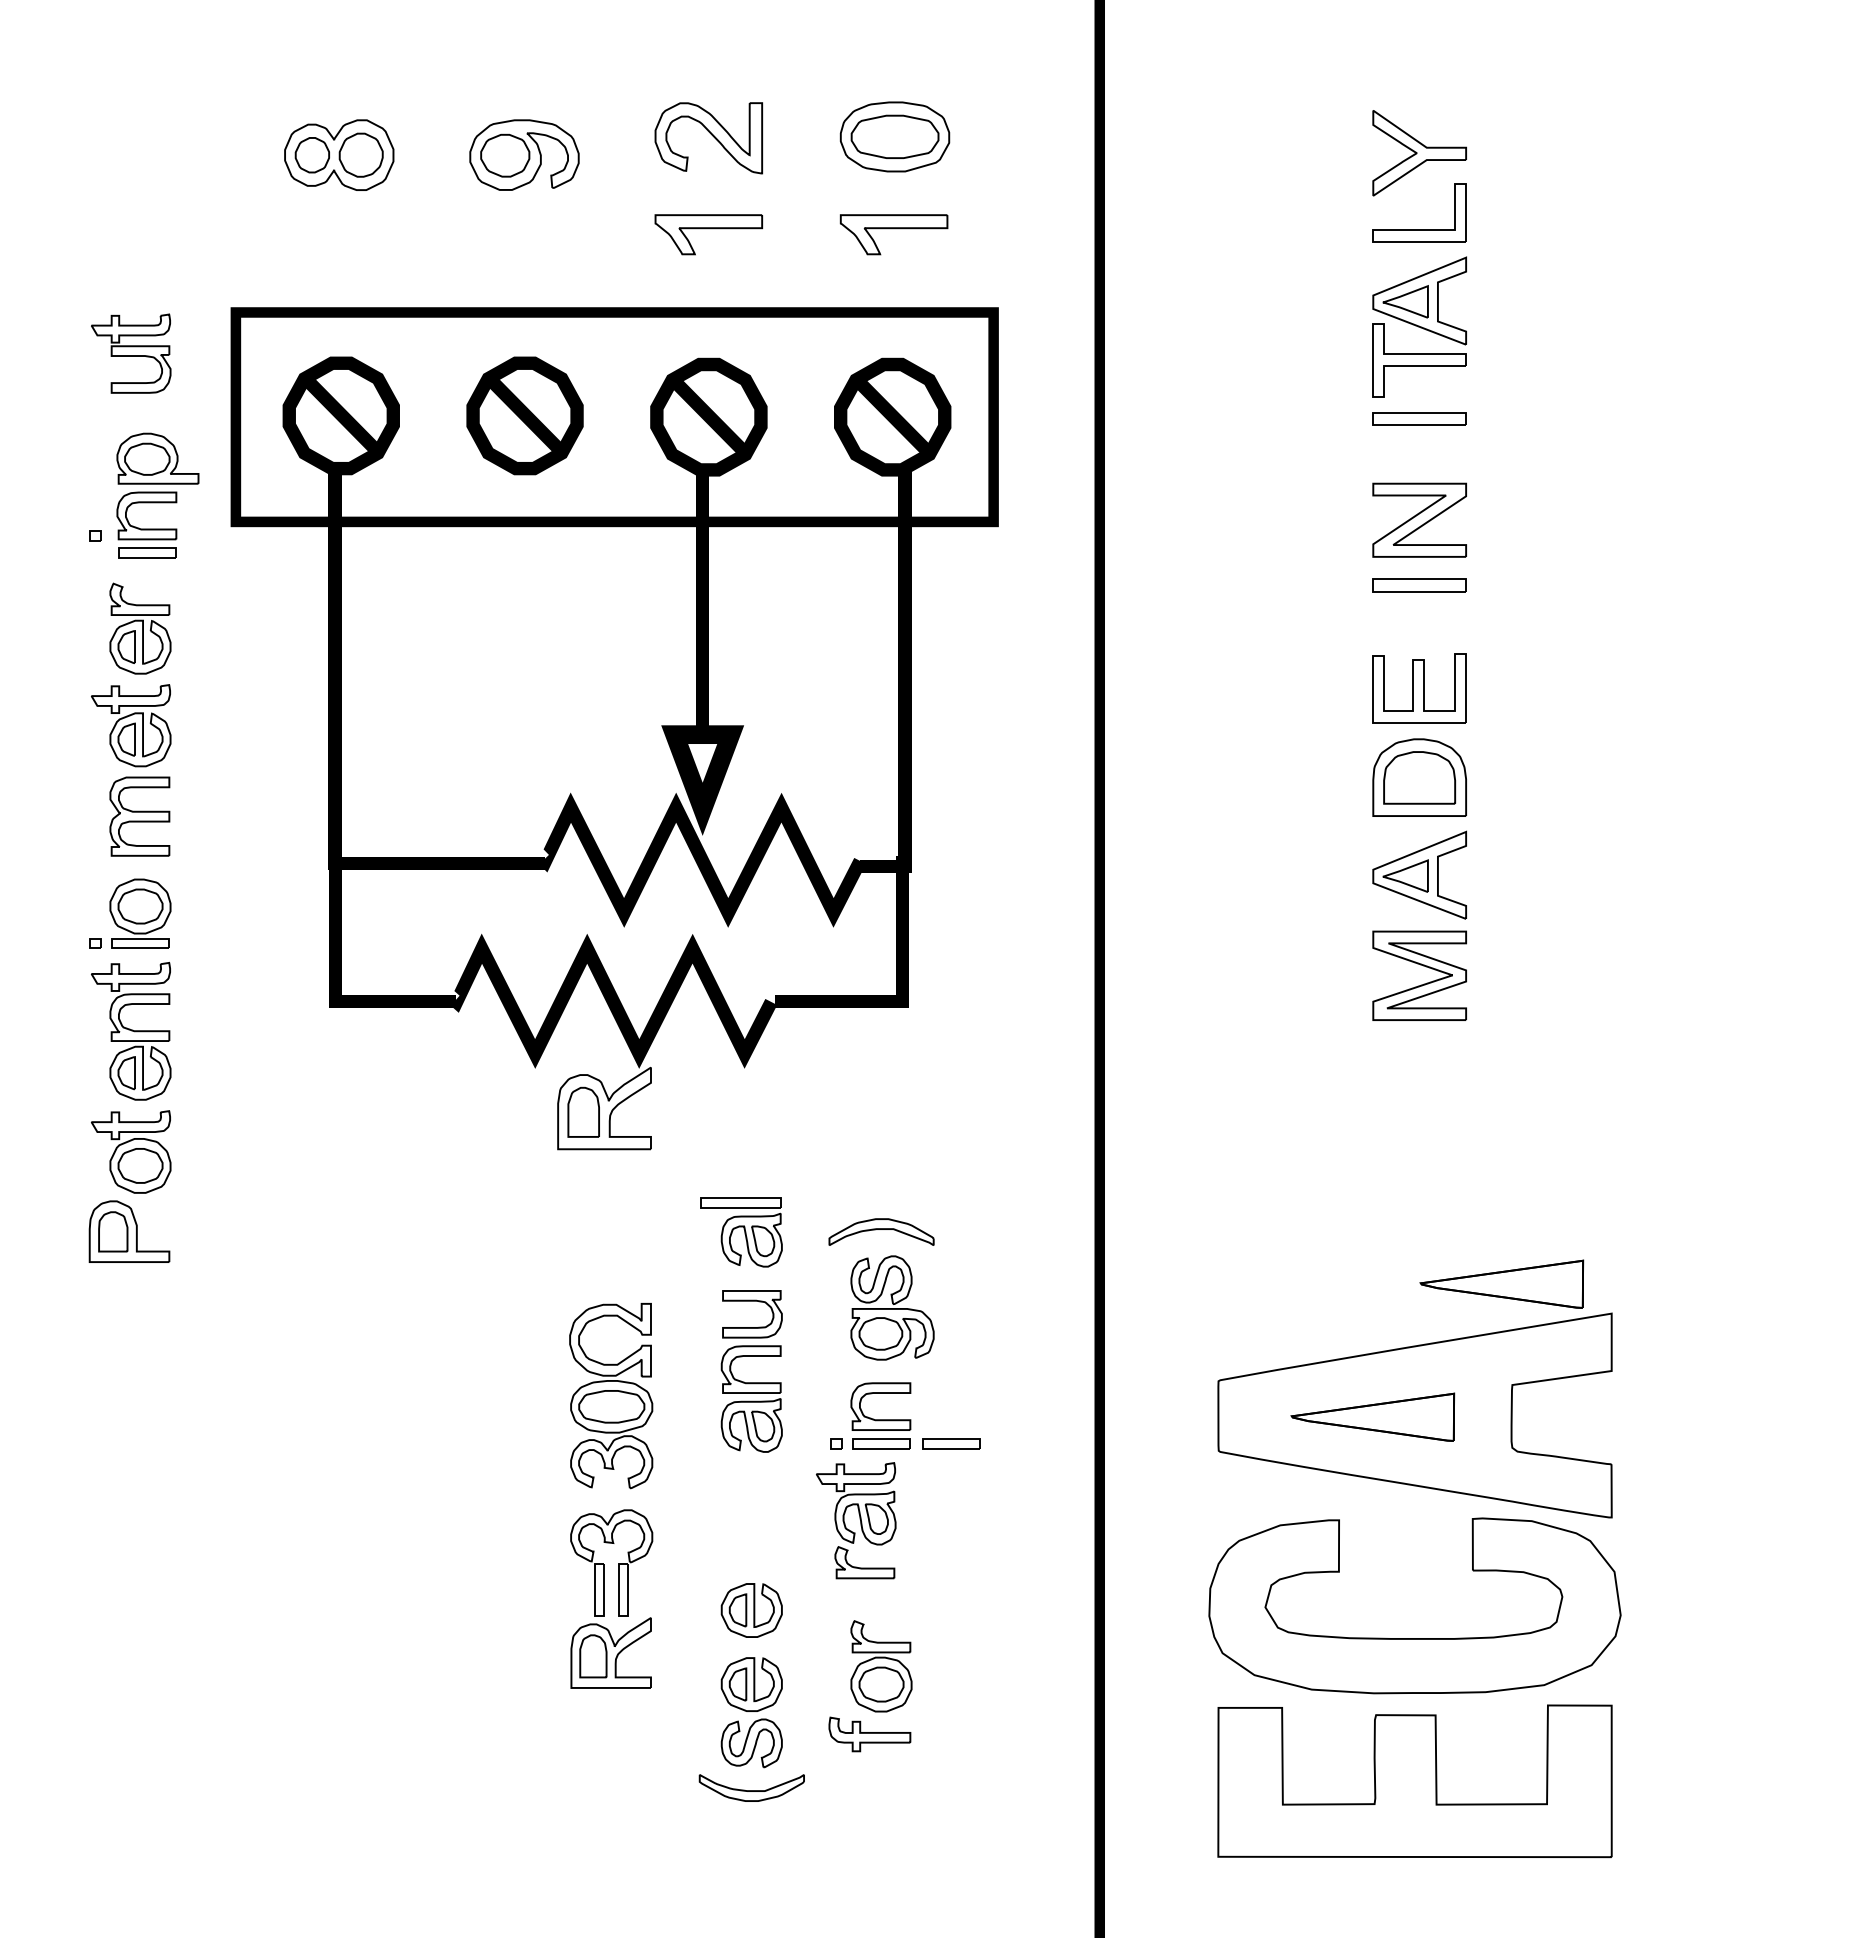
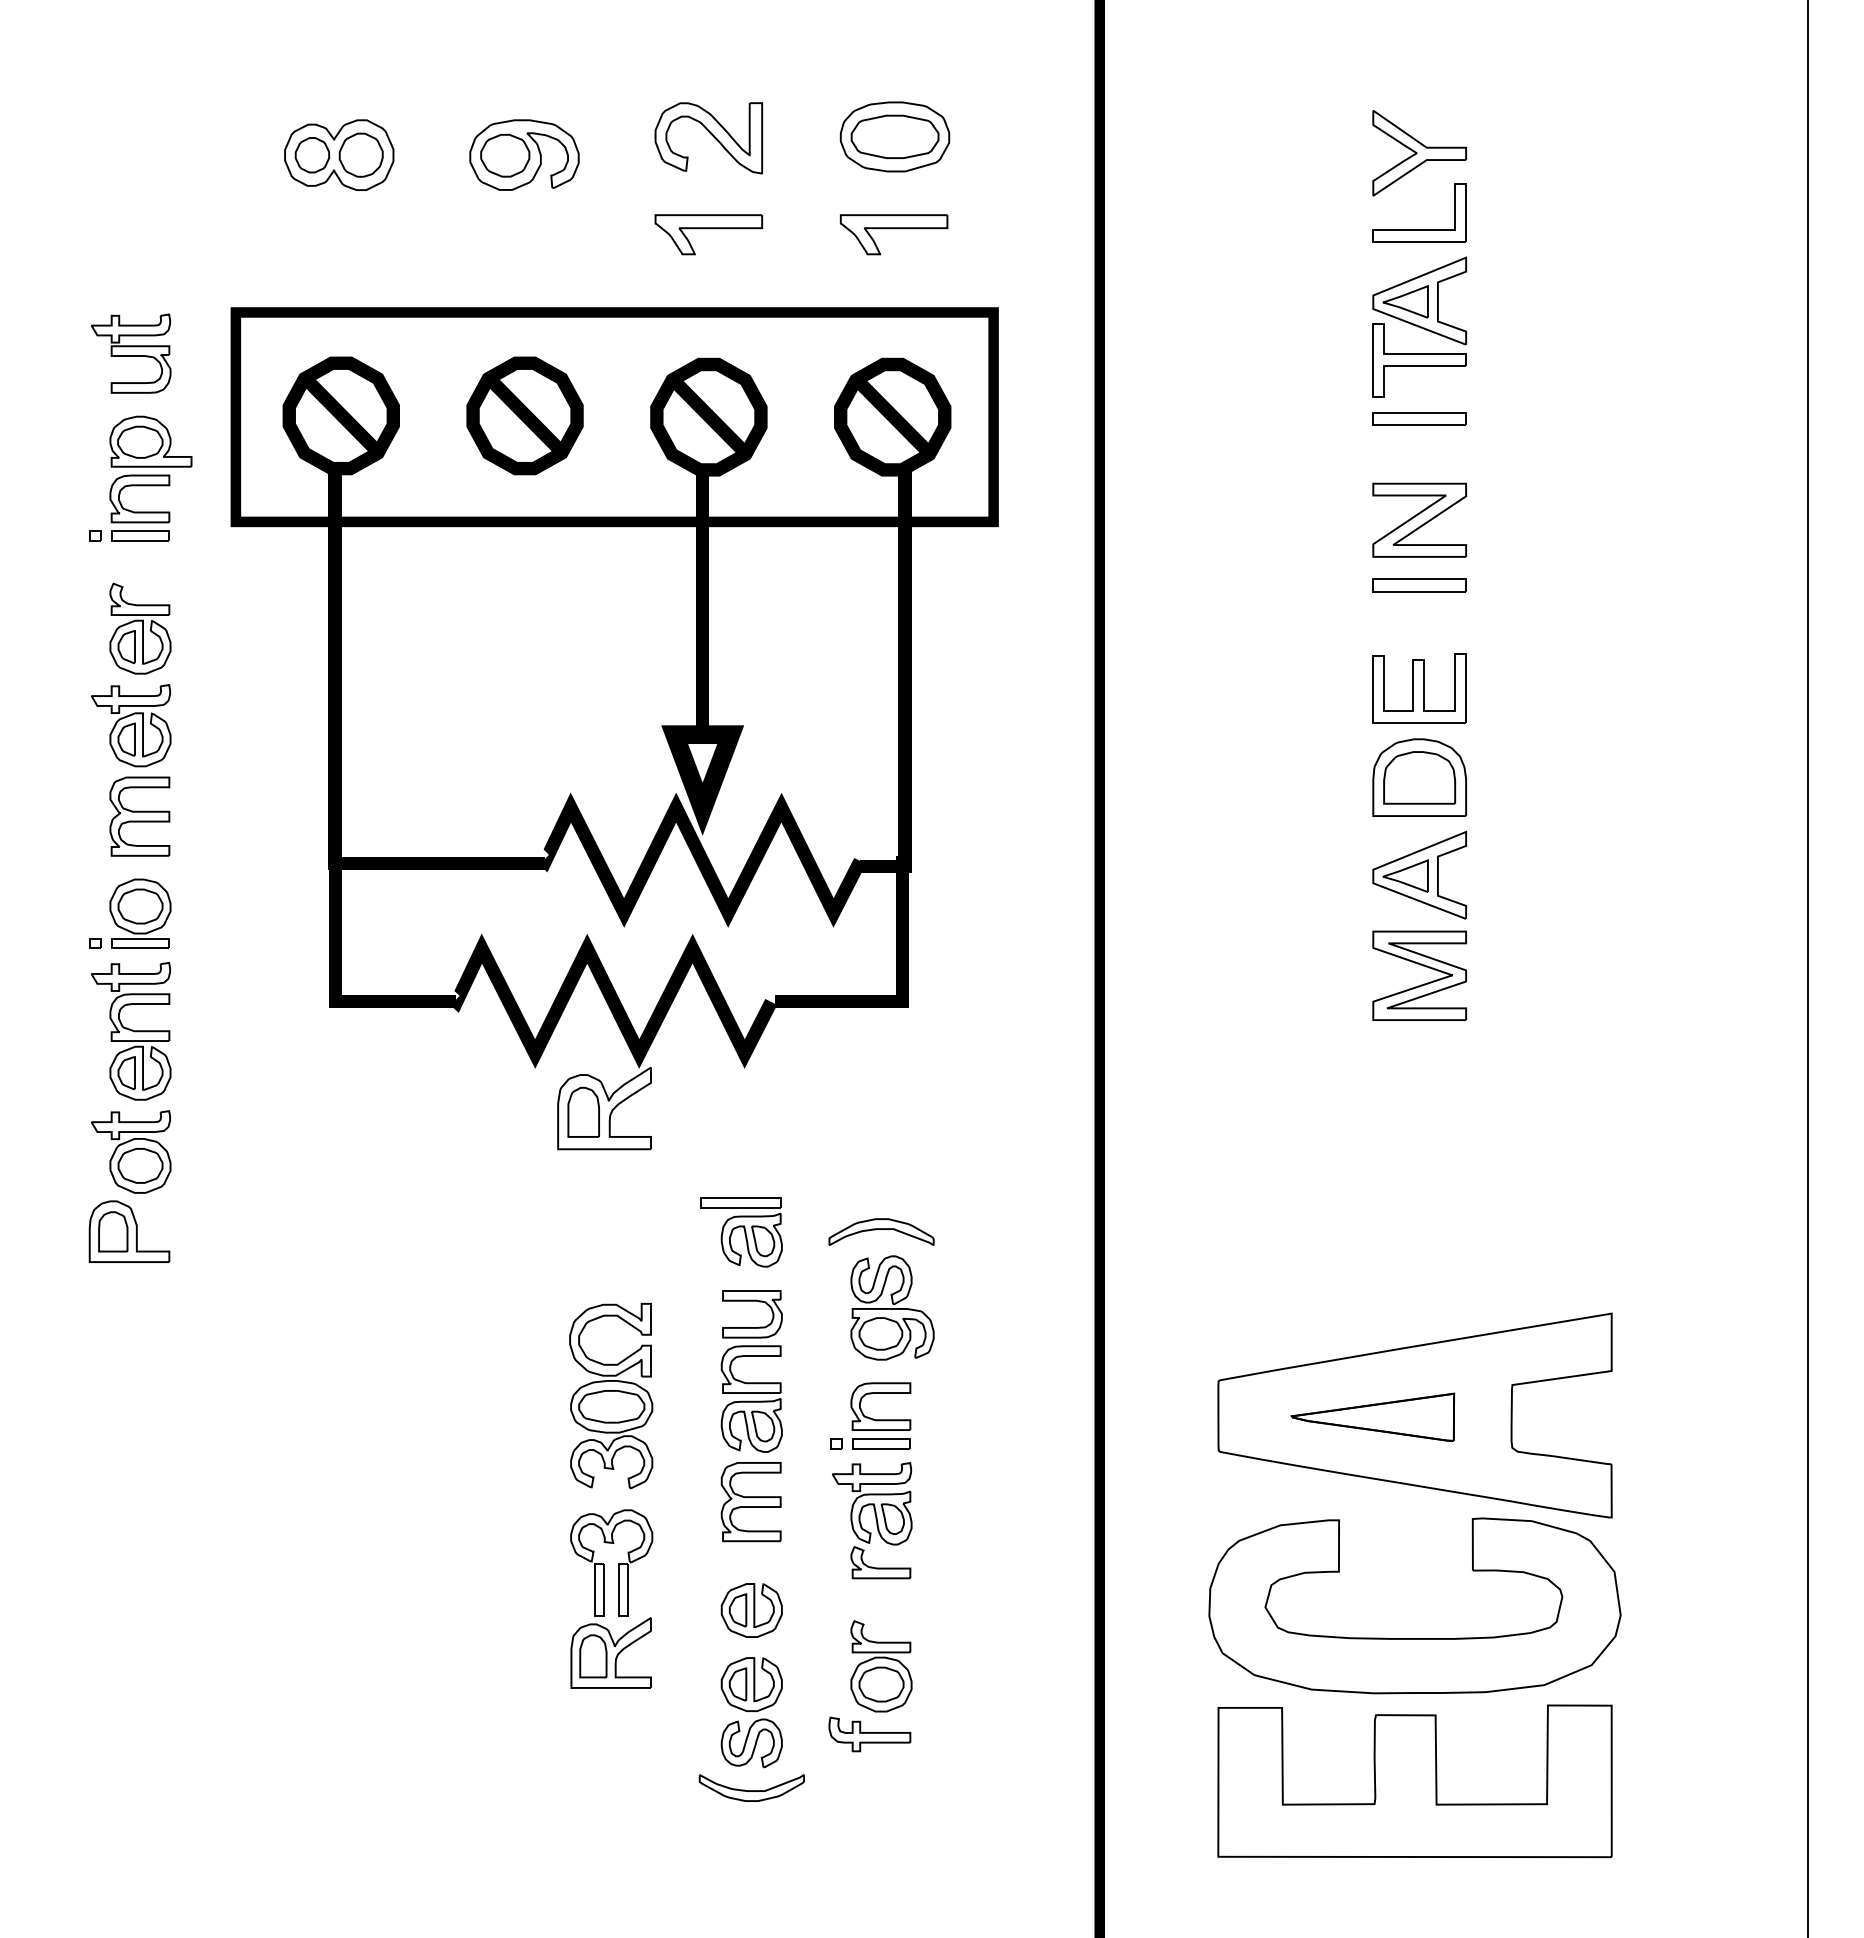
part at (157, 495) position: (157, 495) -> (150, 478)
line at (1808, 968): none -> present
part at (1501, 1283): present -> none
part at (951, 1443): present -> none
part at (750, 1502): none -> present
part at (856, 1520) position: (856, 1520) -> (872, 1520)
